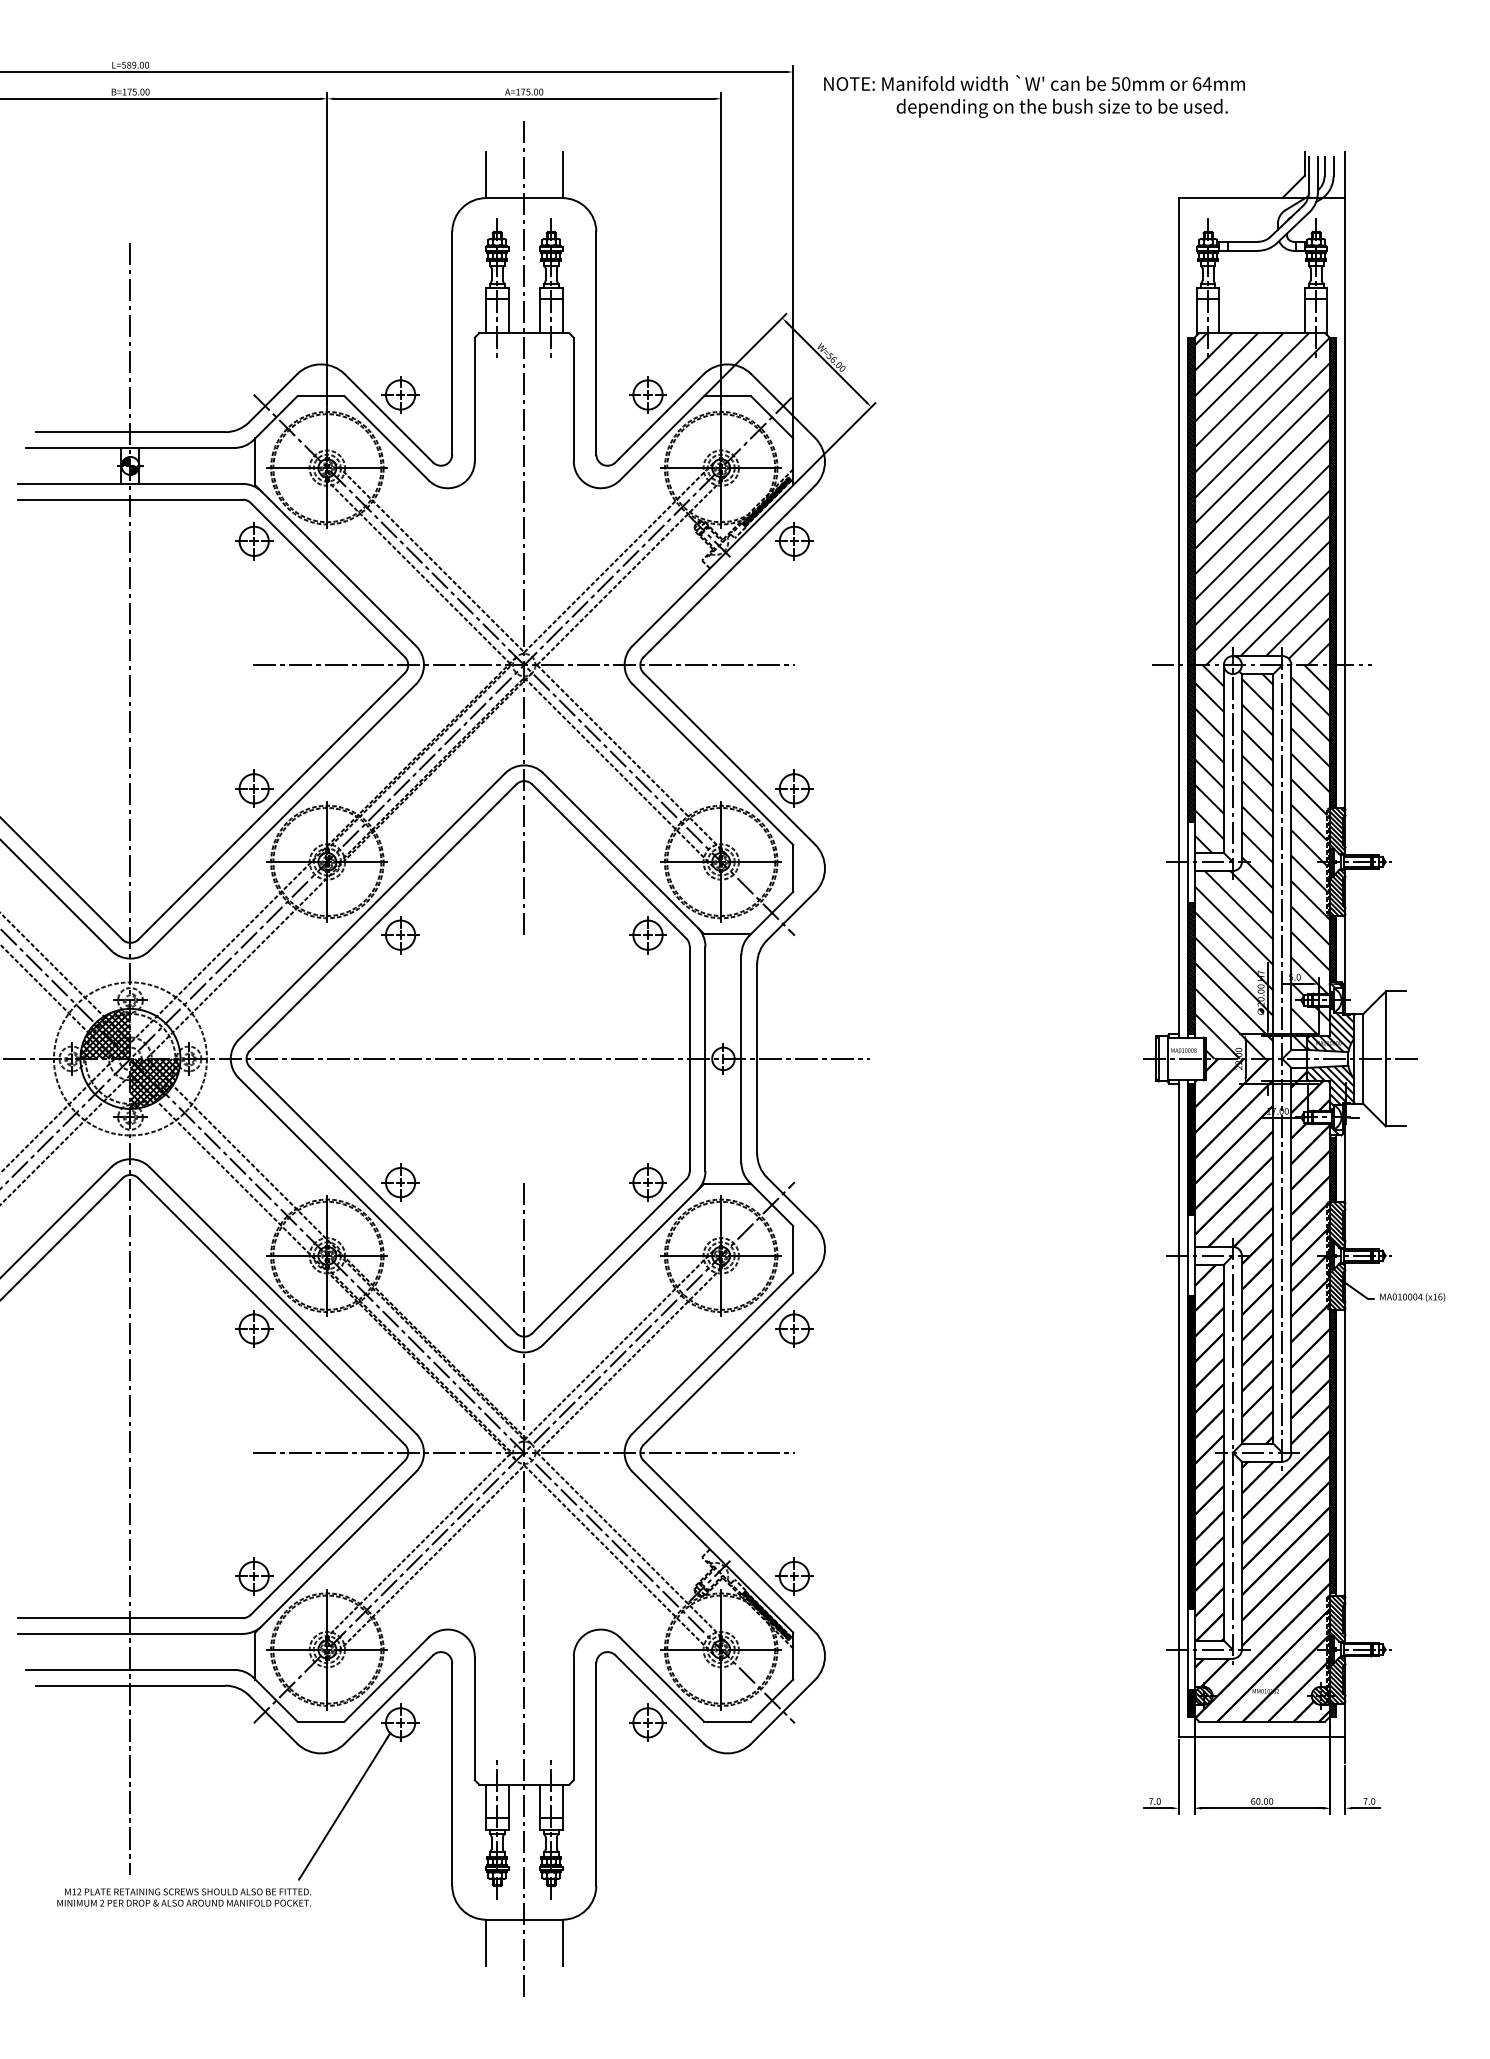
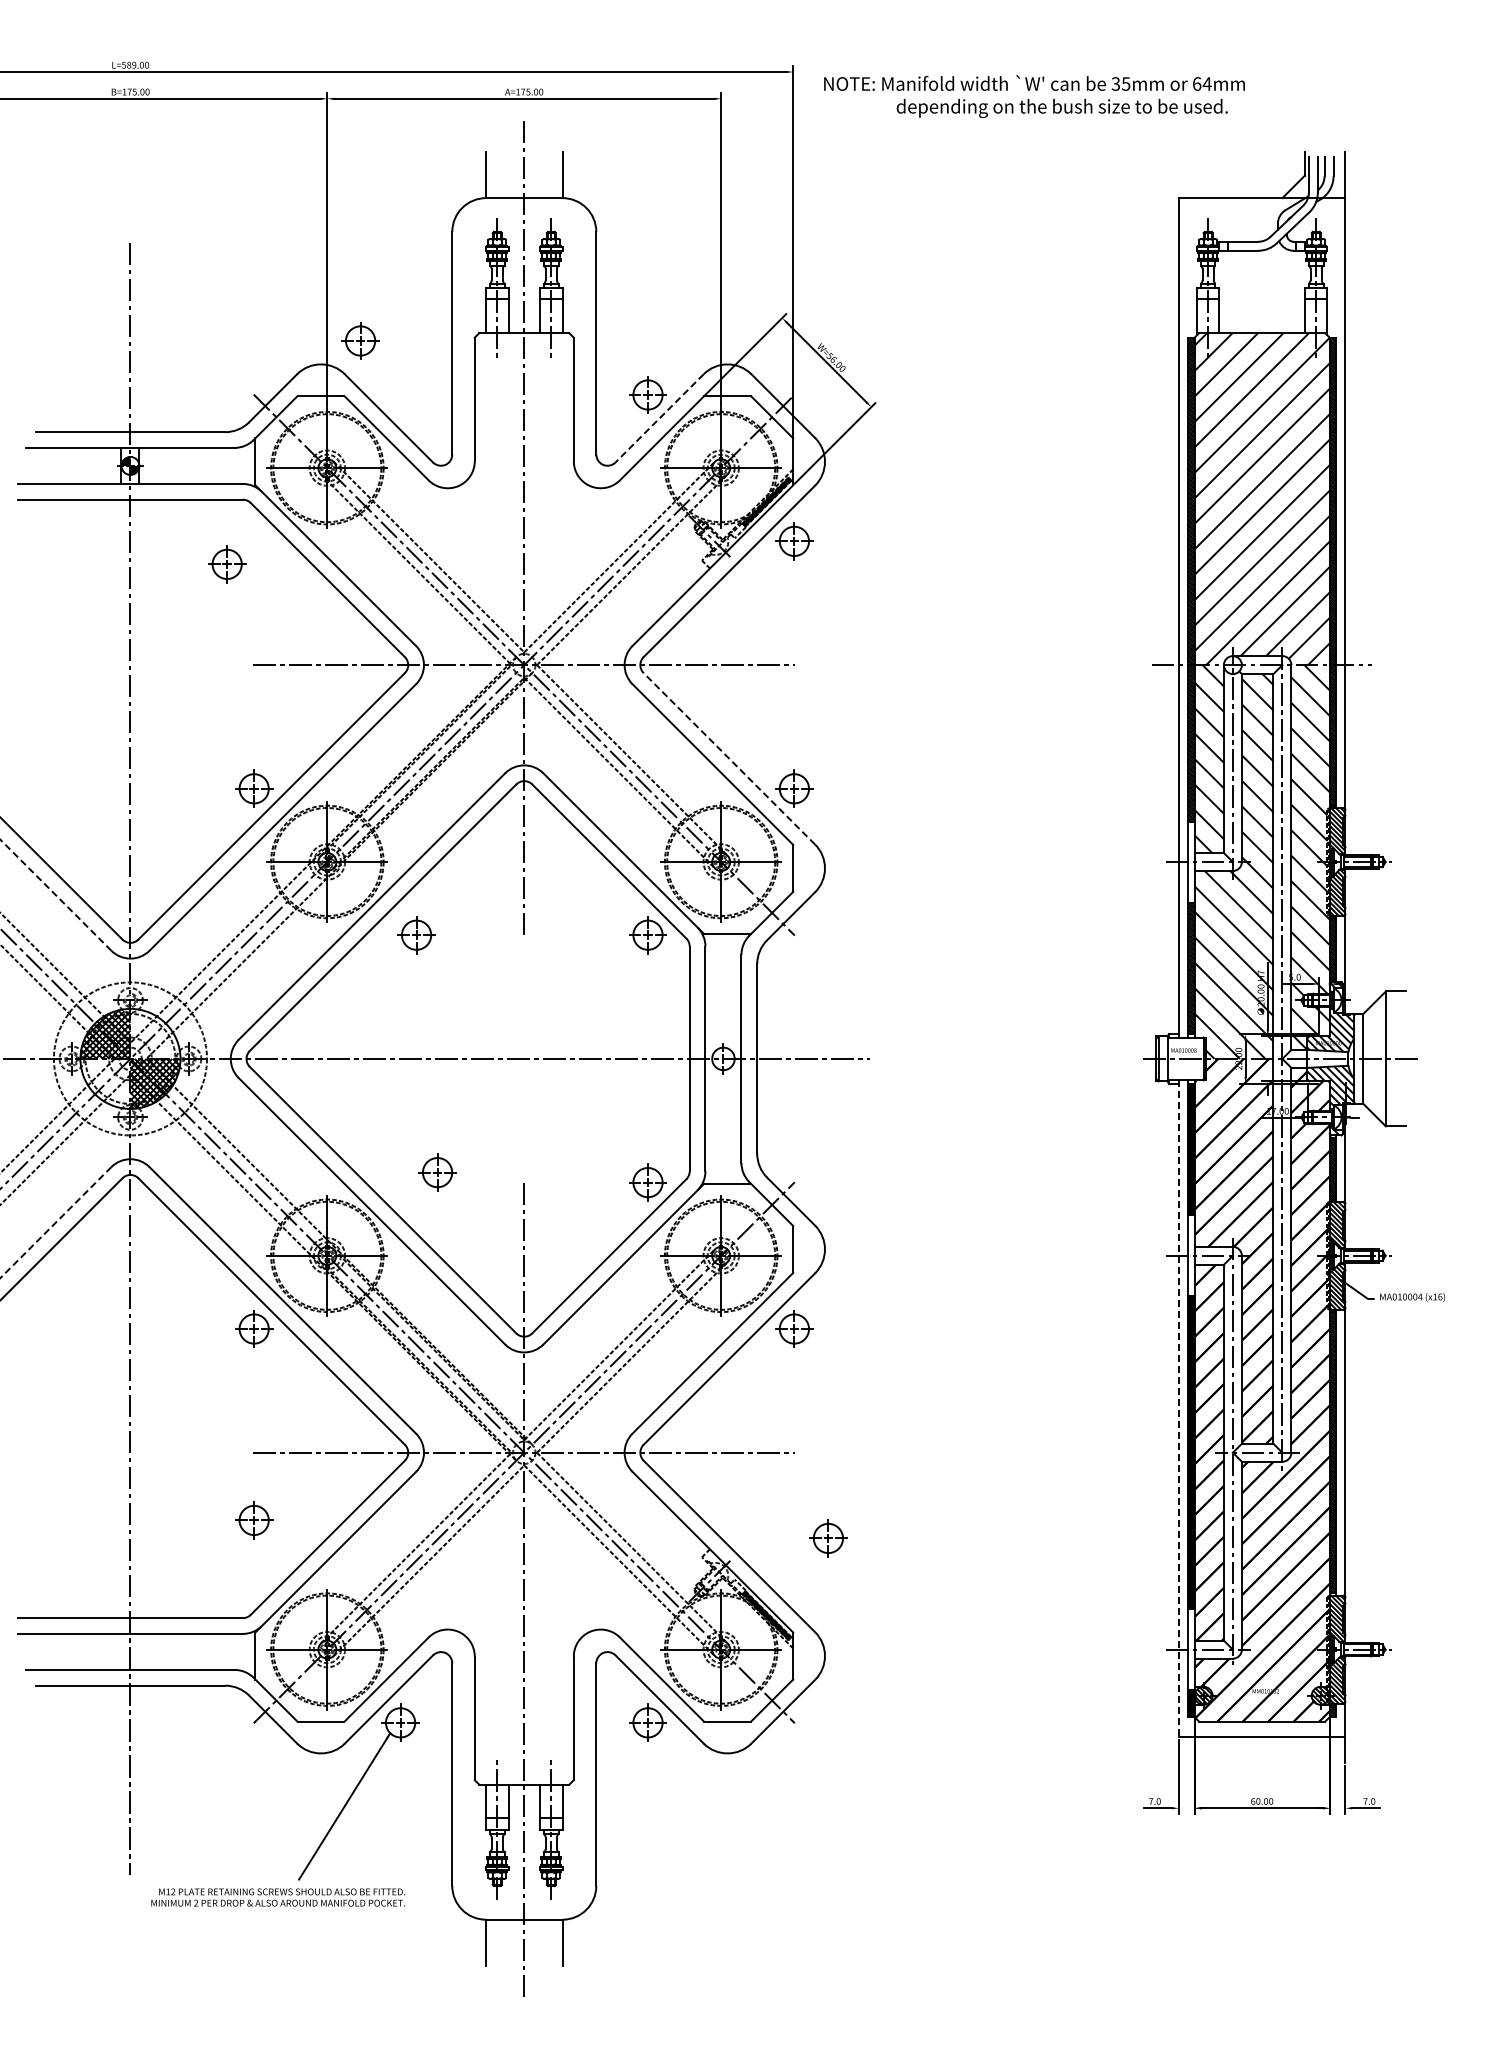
text at (1121, 83): 50mm -> 35mm
part at (400, 394) position: (400, 394) -> (360, 340)
line at (659, 418): solid -> dashed
part at (254, 541) position: (254, 541) -> (227, 564)
line at (729, 758): solid -> dashed
line at (55, 894): solid -> dashed
part at (400, 935) position: (400, 935) -> (416, 935)
part at (400, 1182) position: (400, 1182) -> (437, 1172)
line at (55, 1222): solid -> dashed
line at (1178, 1408): solid -> dashed
part at (254, 1576) position: (254, 1576) -> (254, 1520)
part at (794, 1576) position: (794, 1576) -> (828, 1538)
text at (184, 1897) position: (184, 1897) -> (278, 1897)
